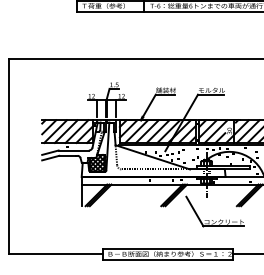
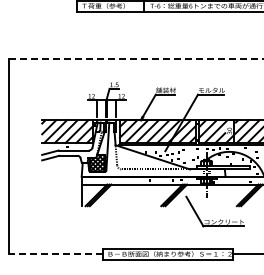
line at (136, 58): solid -> dashed
line at (55, 254): solid -> dashed
